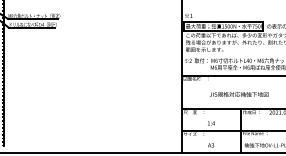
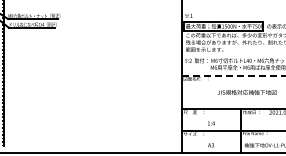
line at (233, 75): solid -> dashed
text at (239, 94) position: (239, 94) -> (247, 92)
